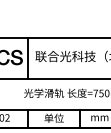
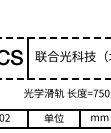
line at (55, 37): solid -> dashed
line at (55, 78): solid -> dashed
